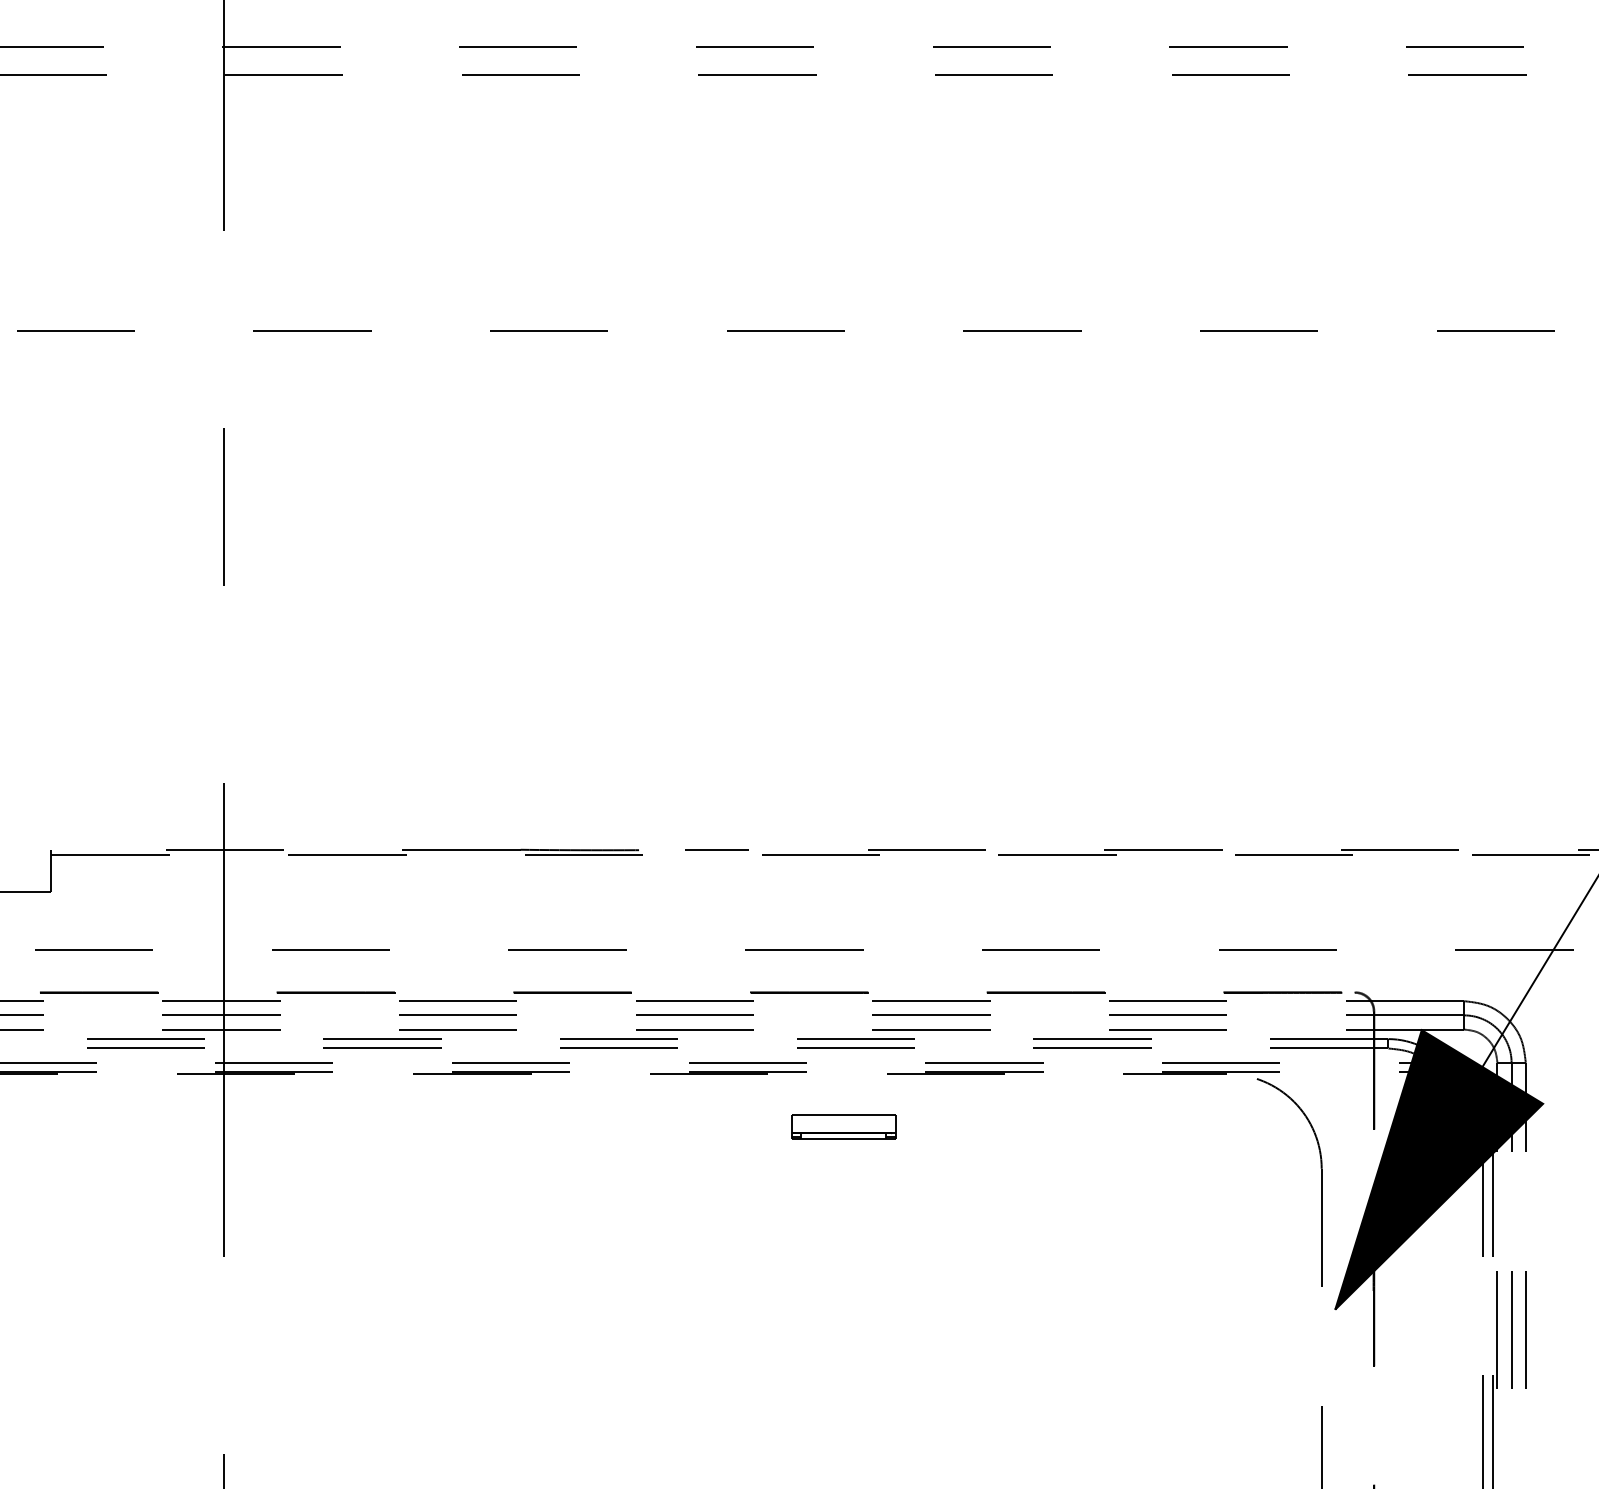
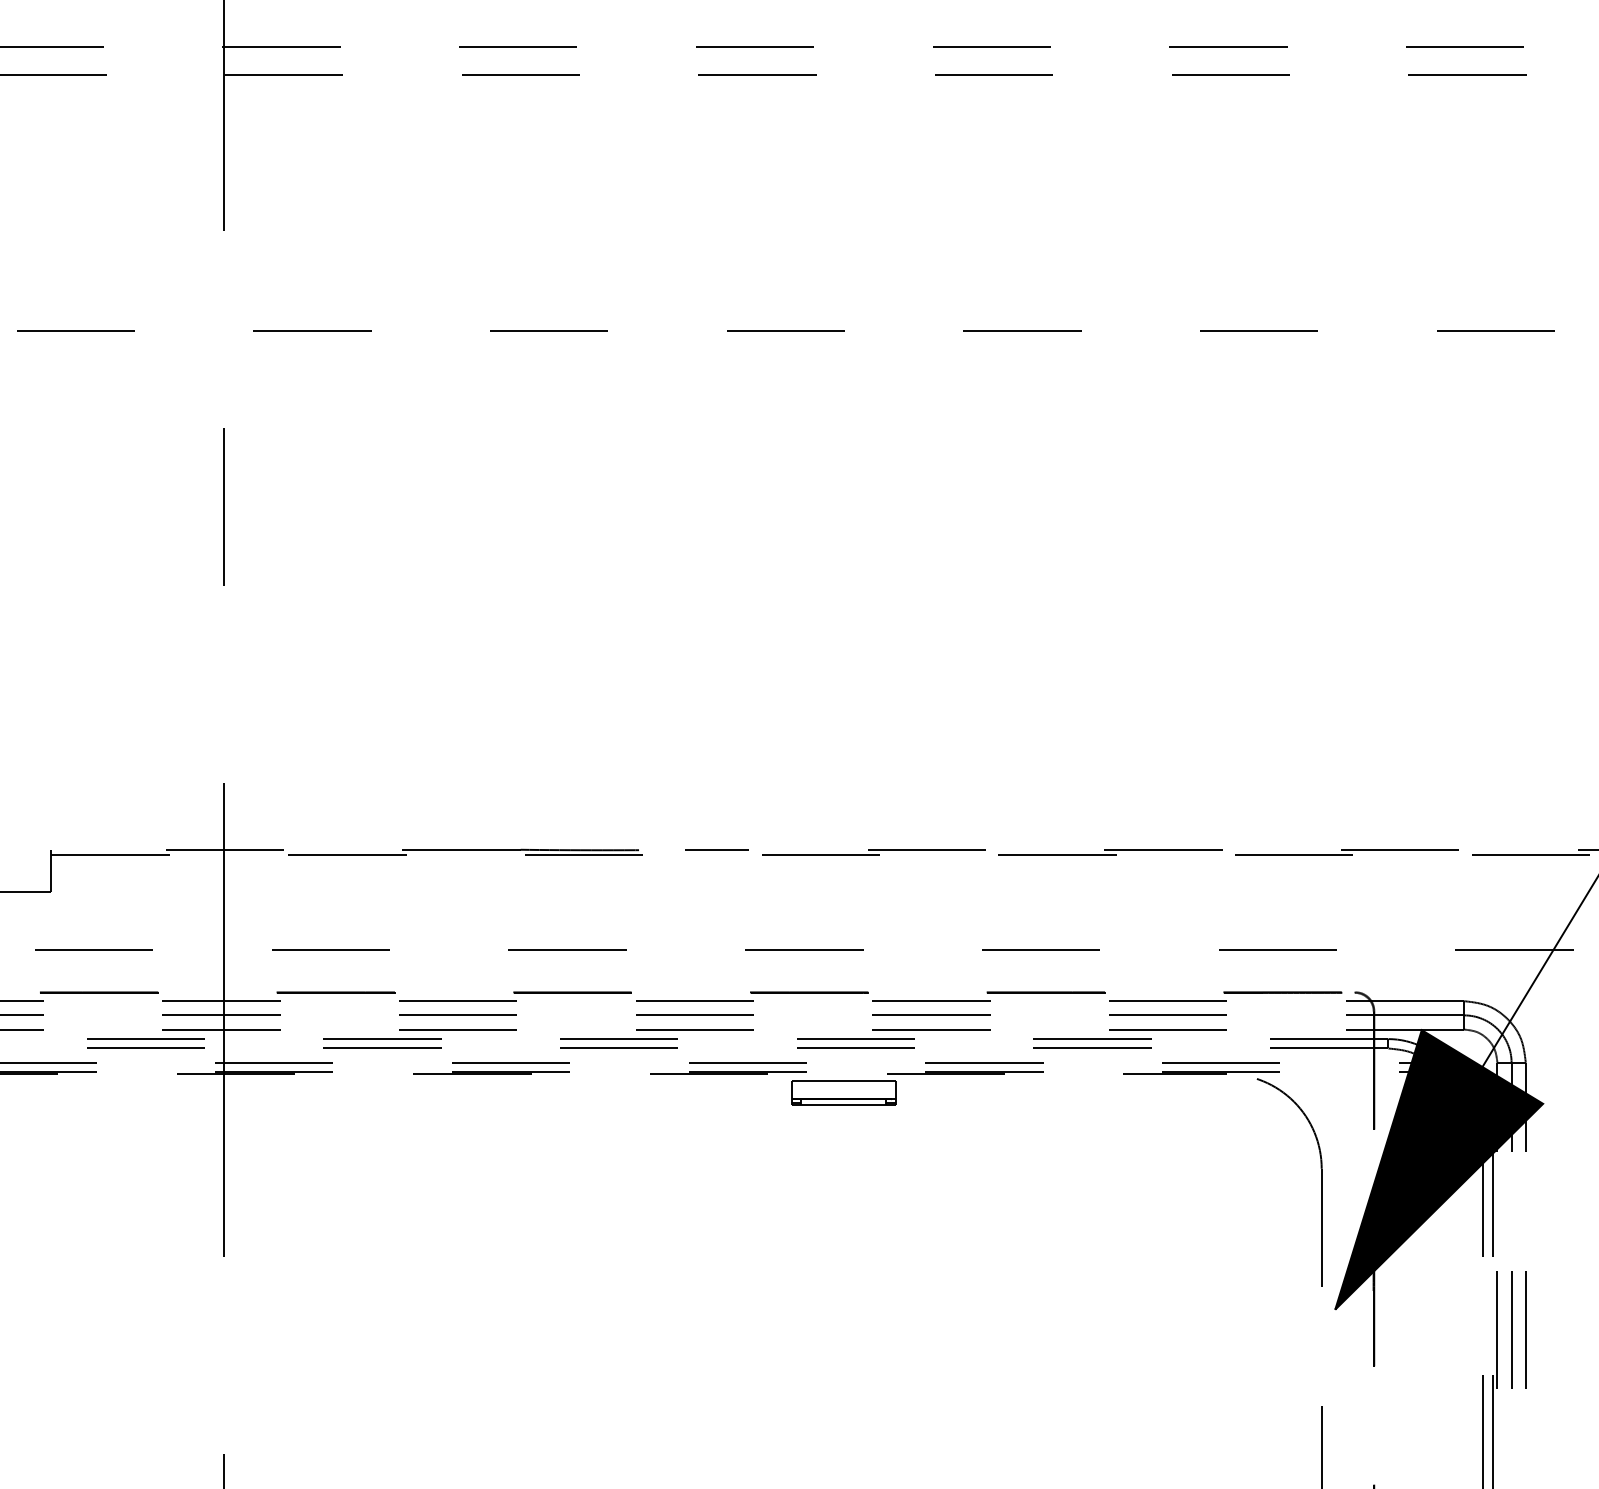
part at (843, 1126) position: (843, 1126) -> (843, 1092)
